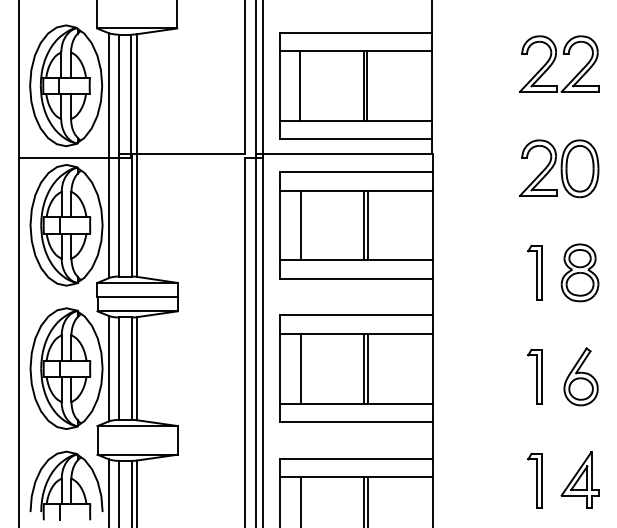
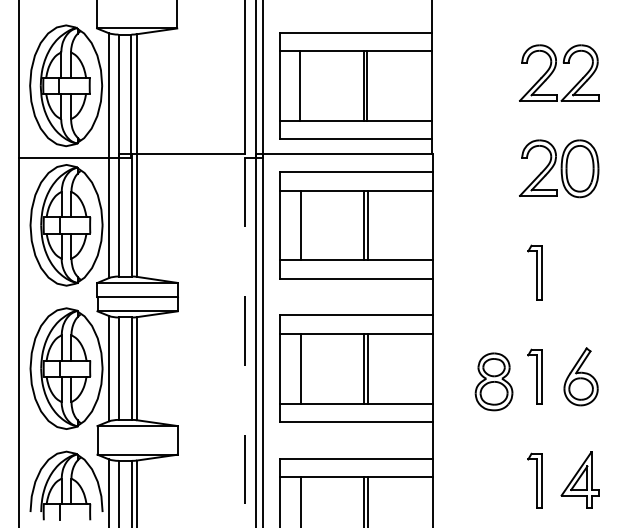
part at (559, 63) position: (559, 63) -> (559, 72)
part at (579, 272) position: (579, 272) -> (493, 381)
line at (245, 343): solid -> dashed
